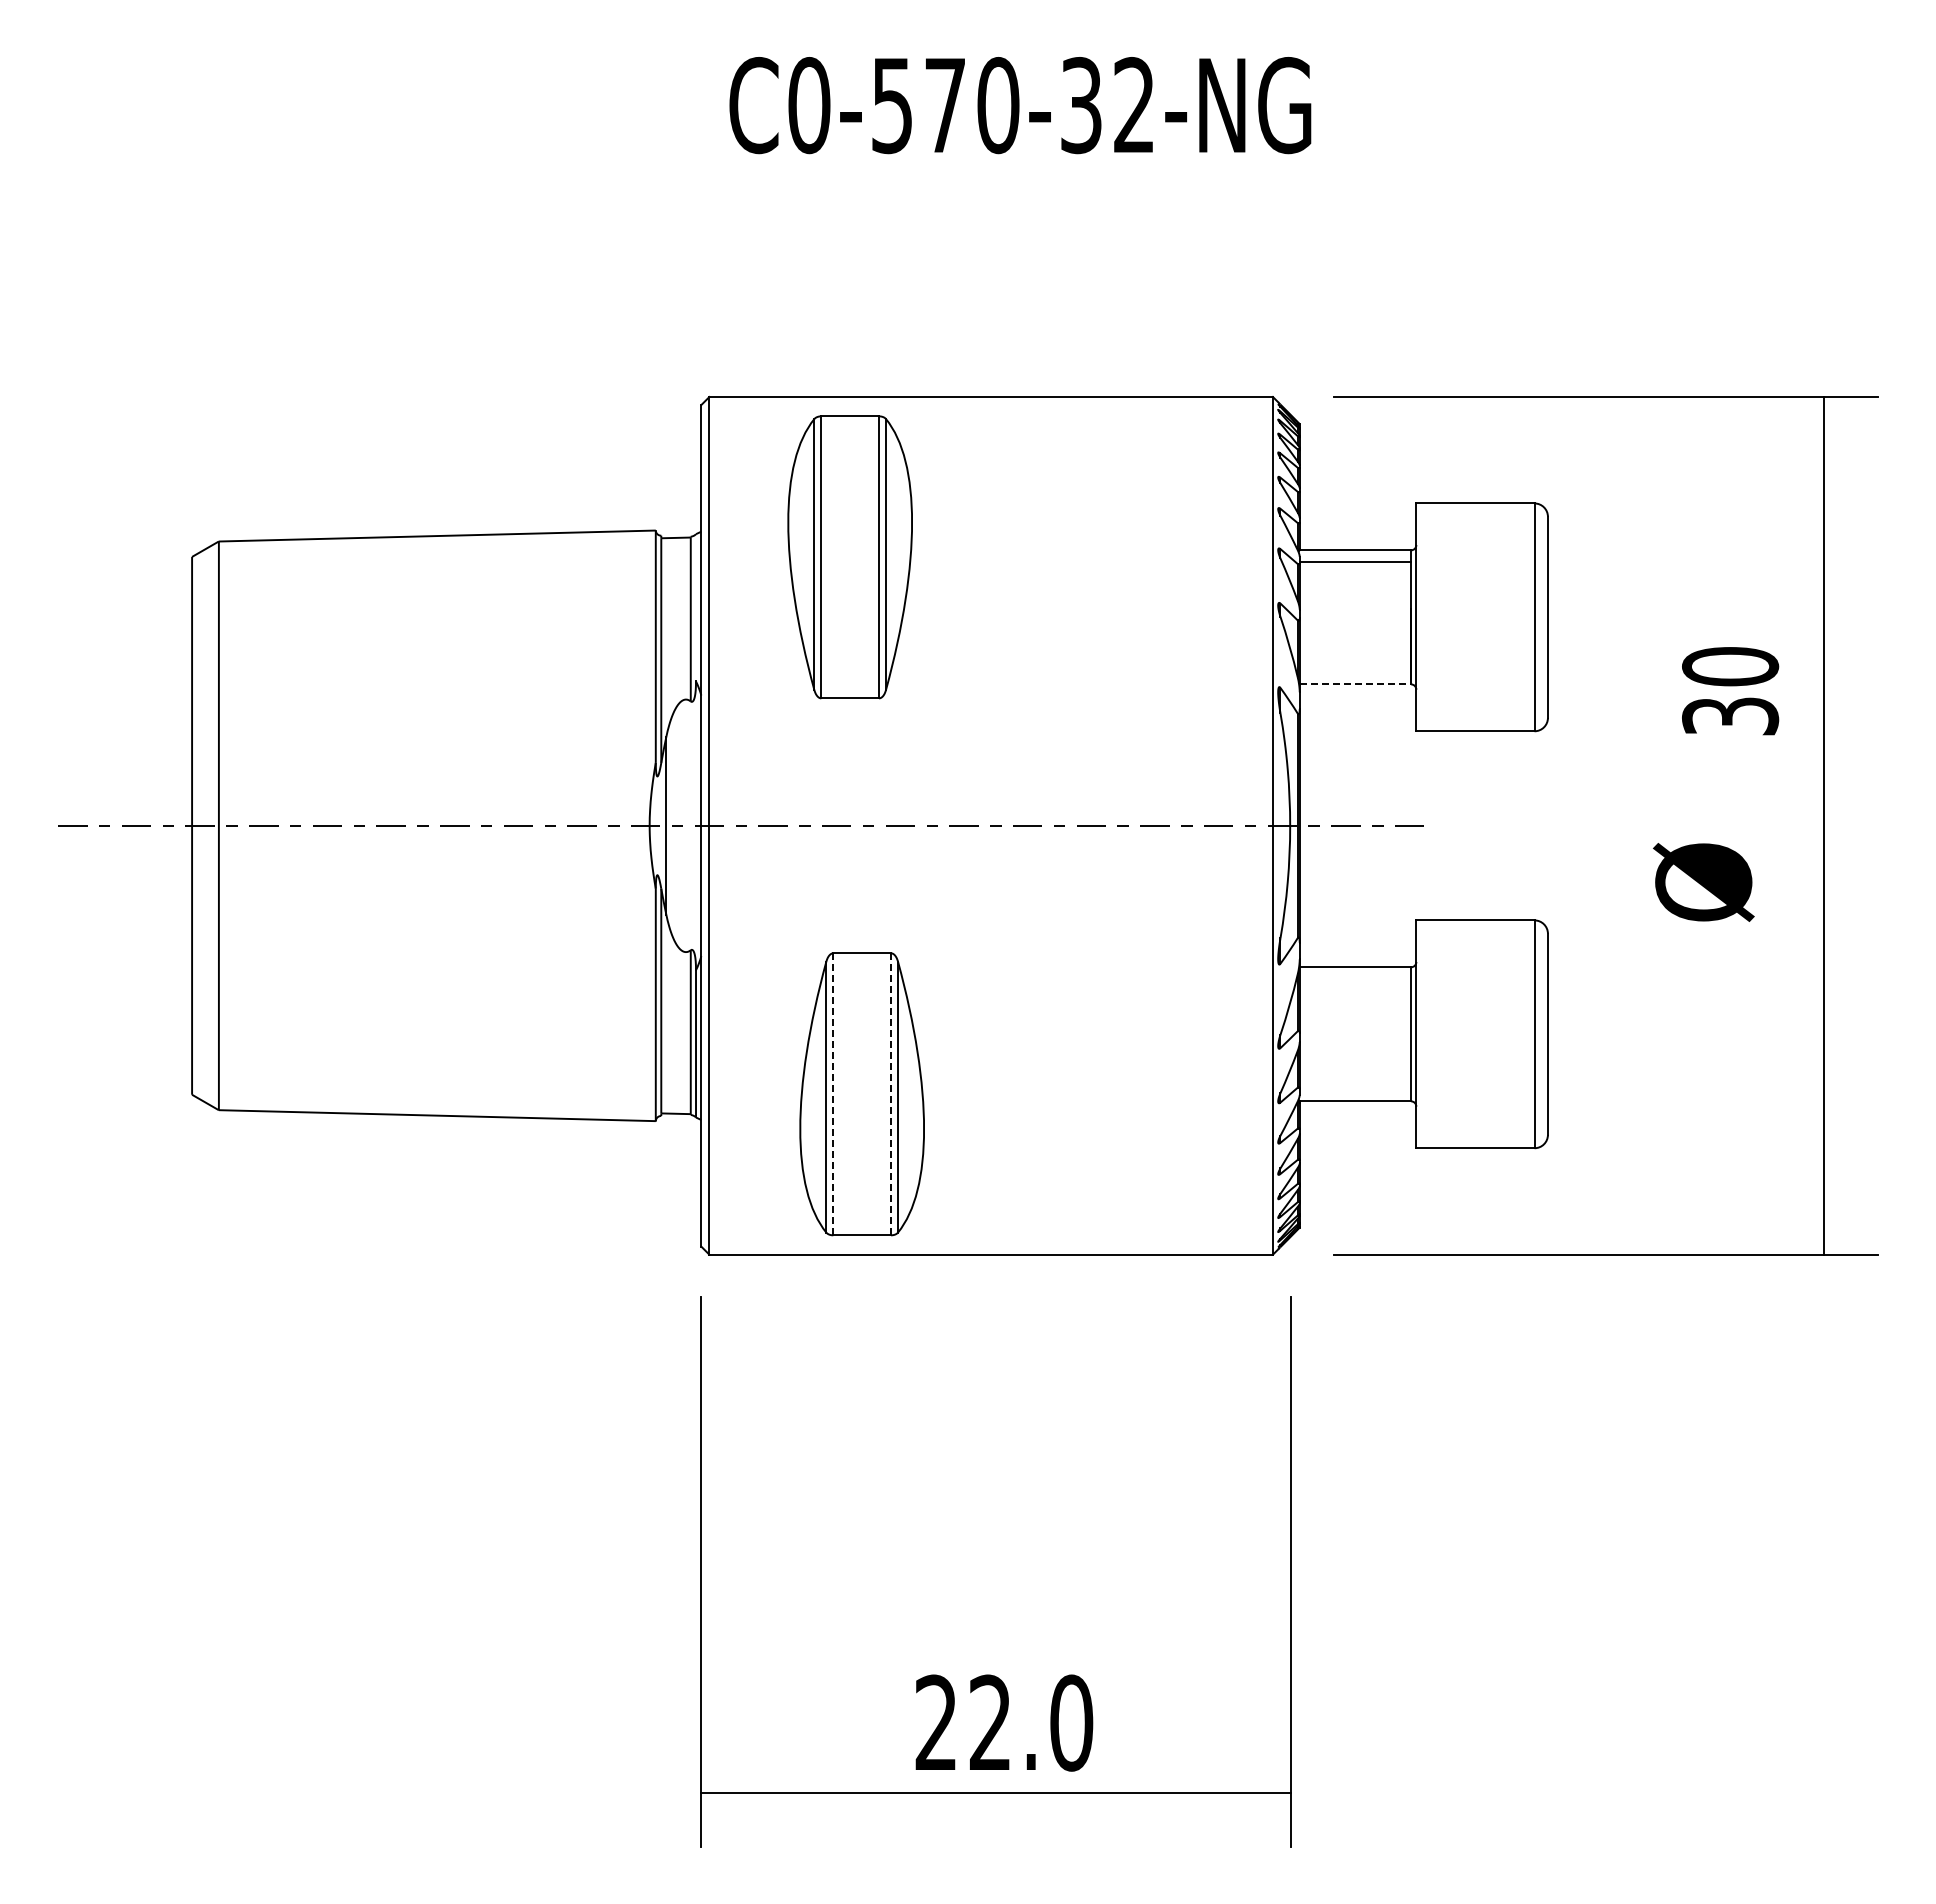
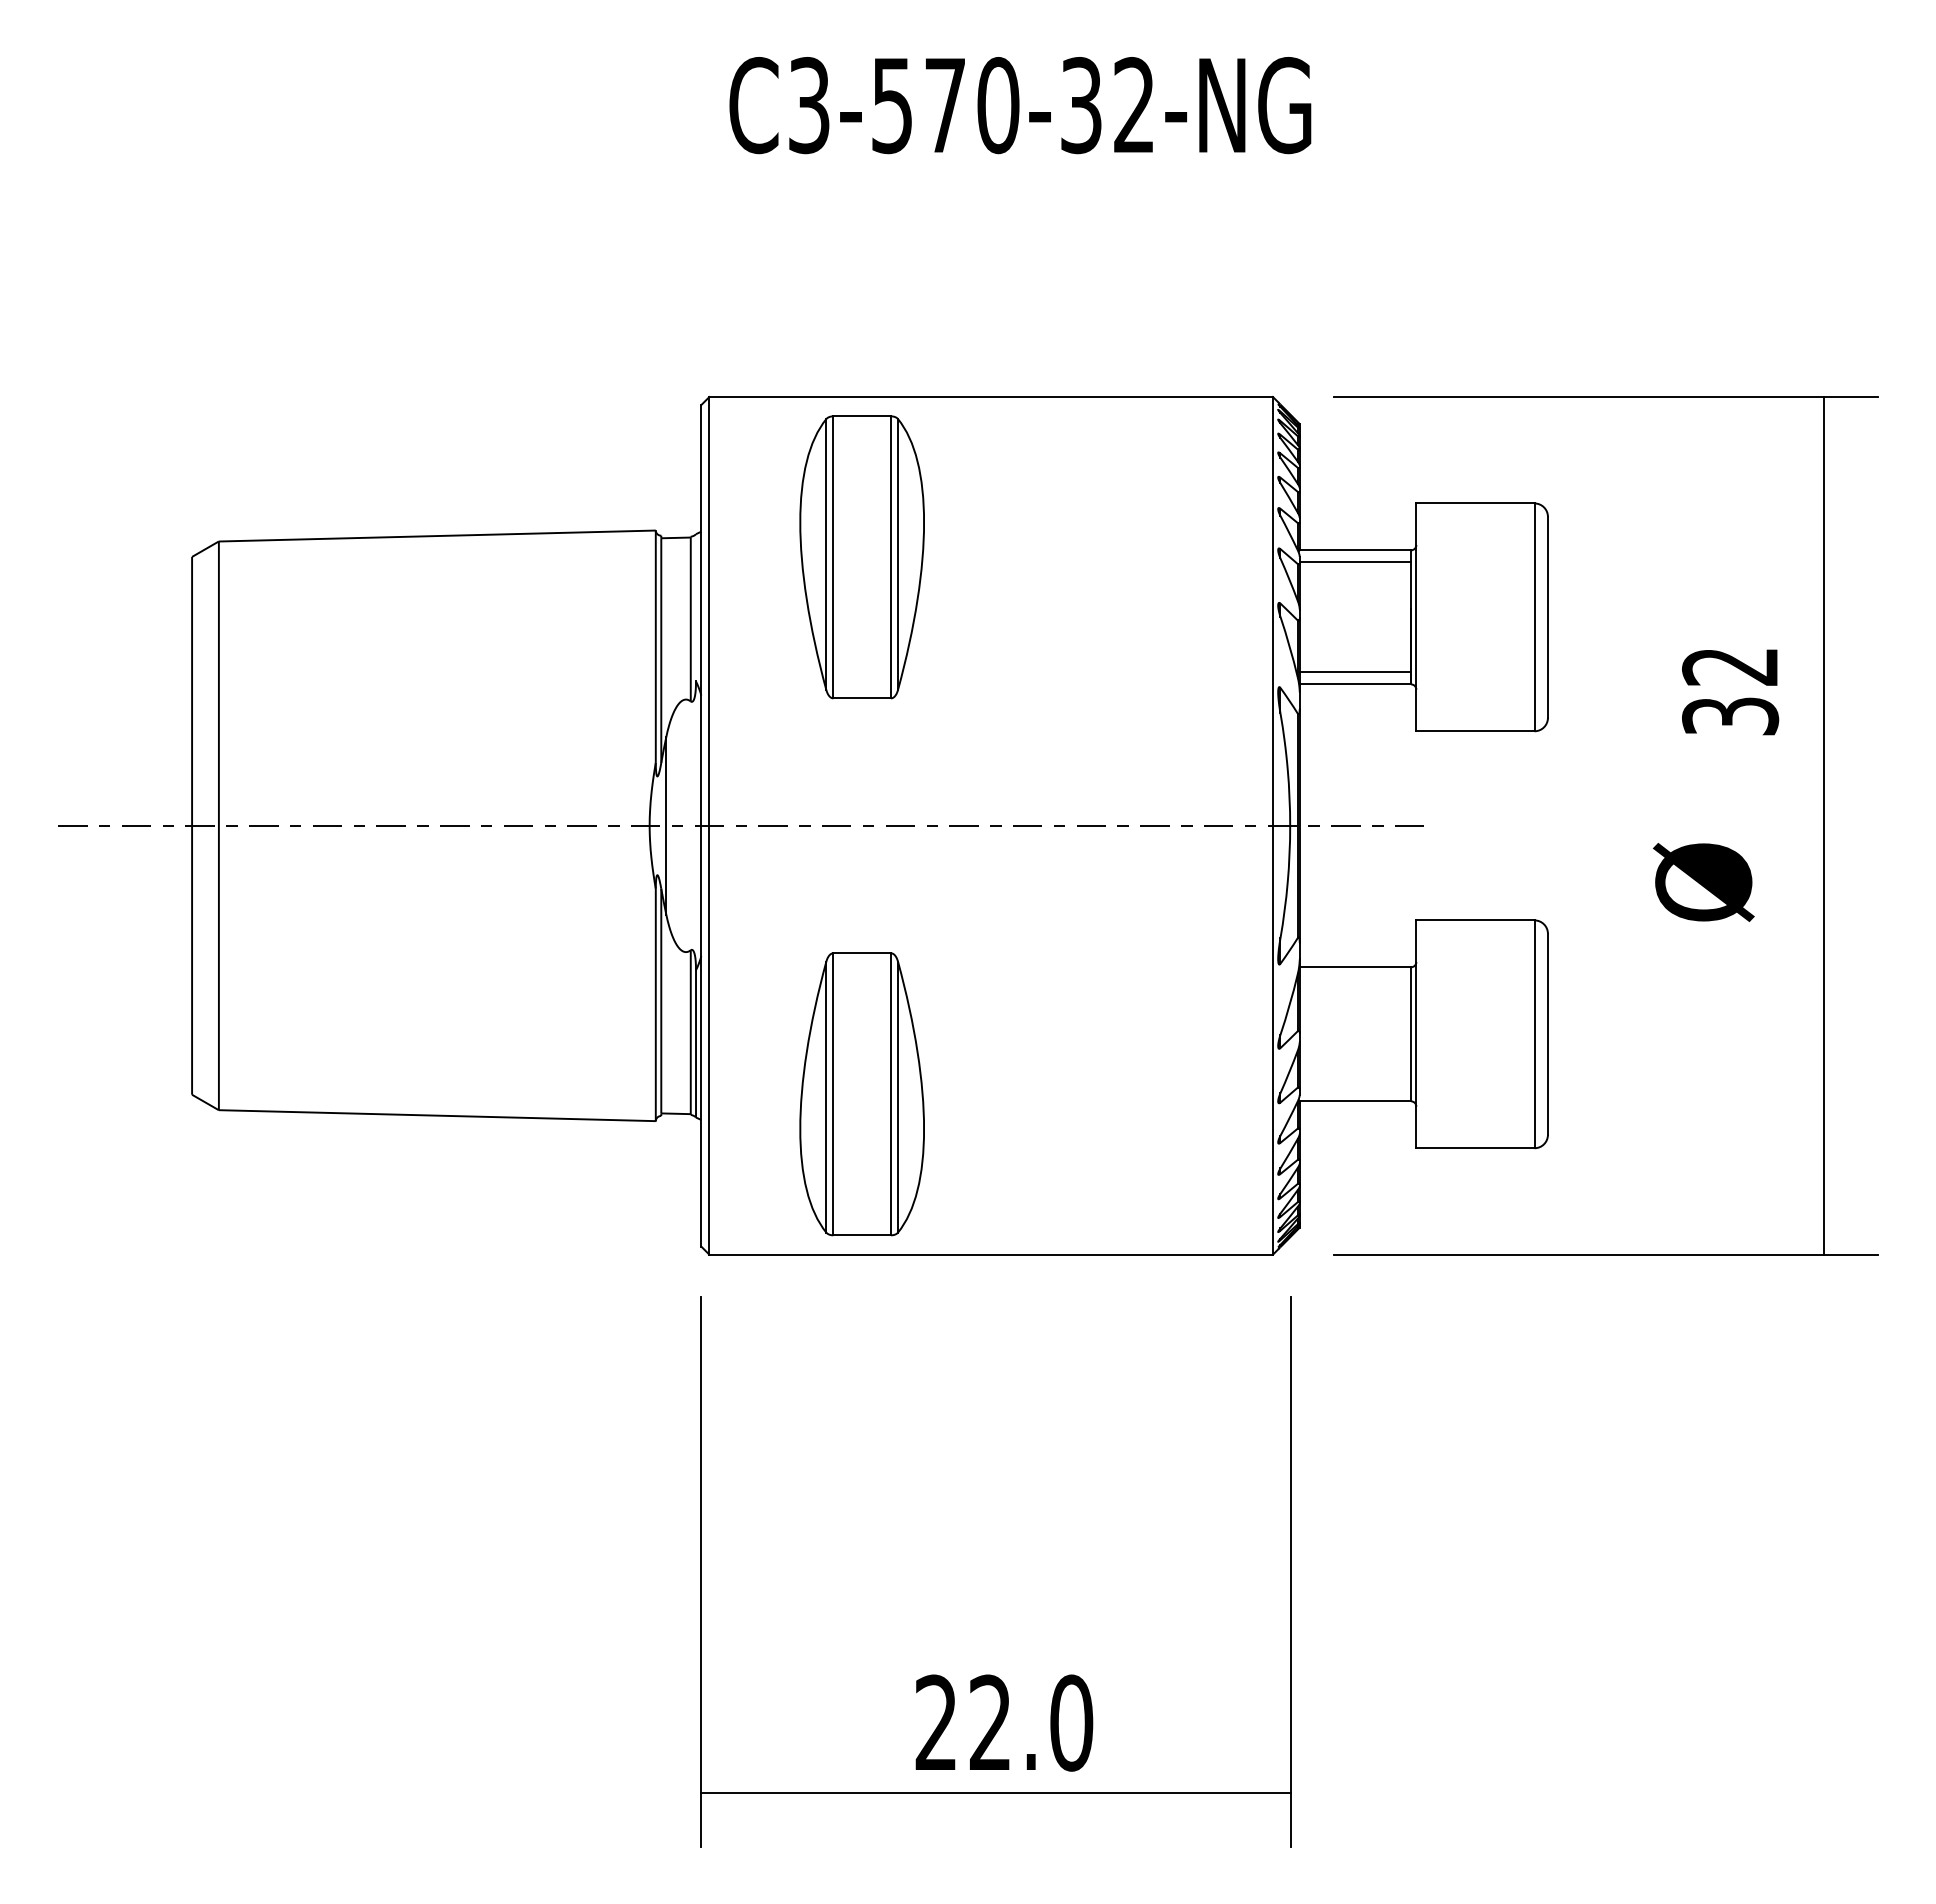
text at (809, 105): C0-570-32-NG -> C3-570-32-NG
part at (849, 557) position: (849, 557) -> (861, 557)
text at (1730, 666): 30 -> 32
line at (1355, 672): none -> present
line at (1355, 684): dashed -> solid
line at (833, 1094): dashed -> solid
line at (891, 1094): dashed -> solid
